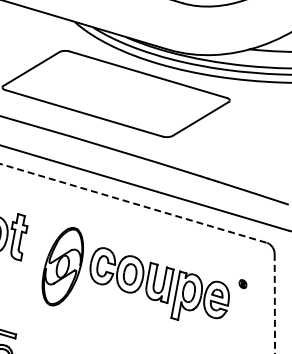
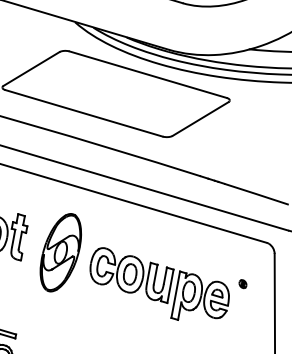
line at (133, 203): dashed -> solid
part at (62, 266) position: (62, 266) -> (60, 252)
line at (274, 303): dashed -> solid
